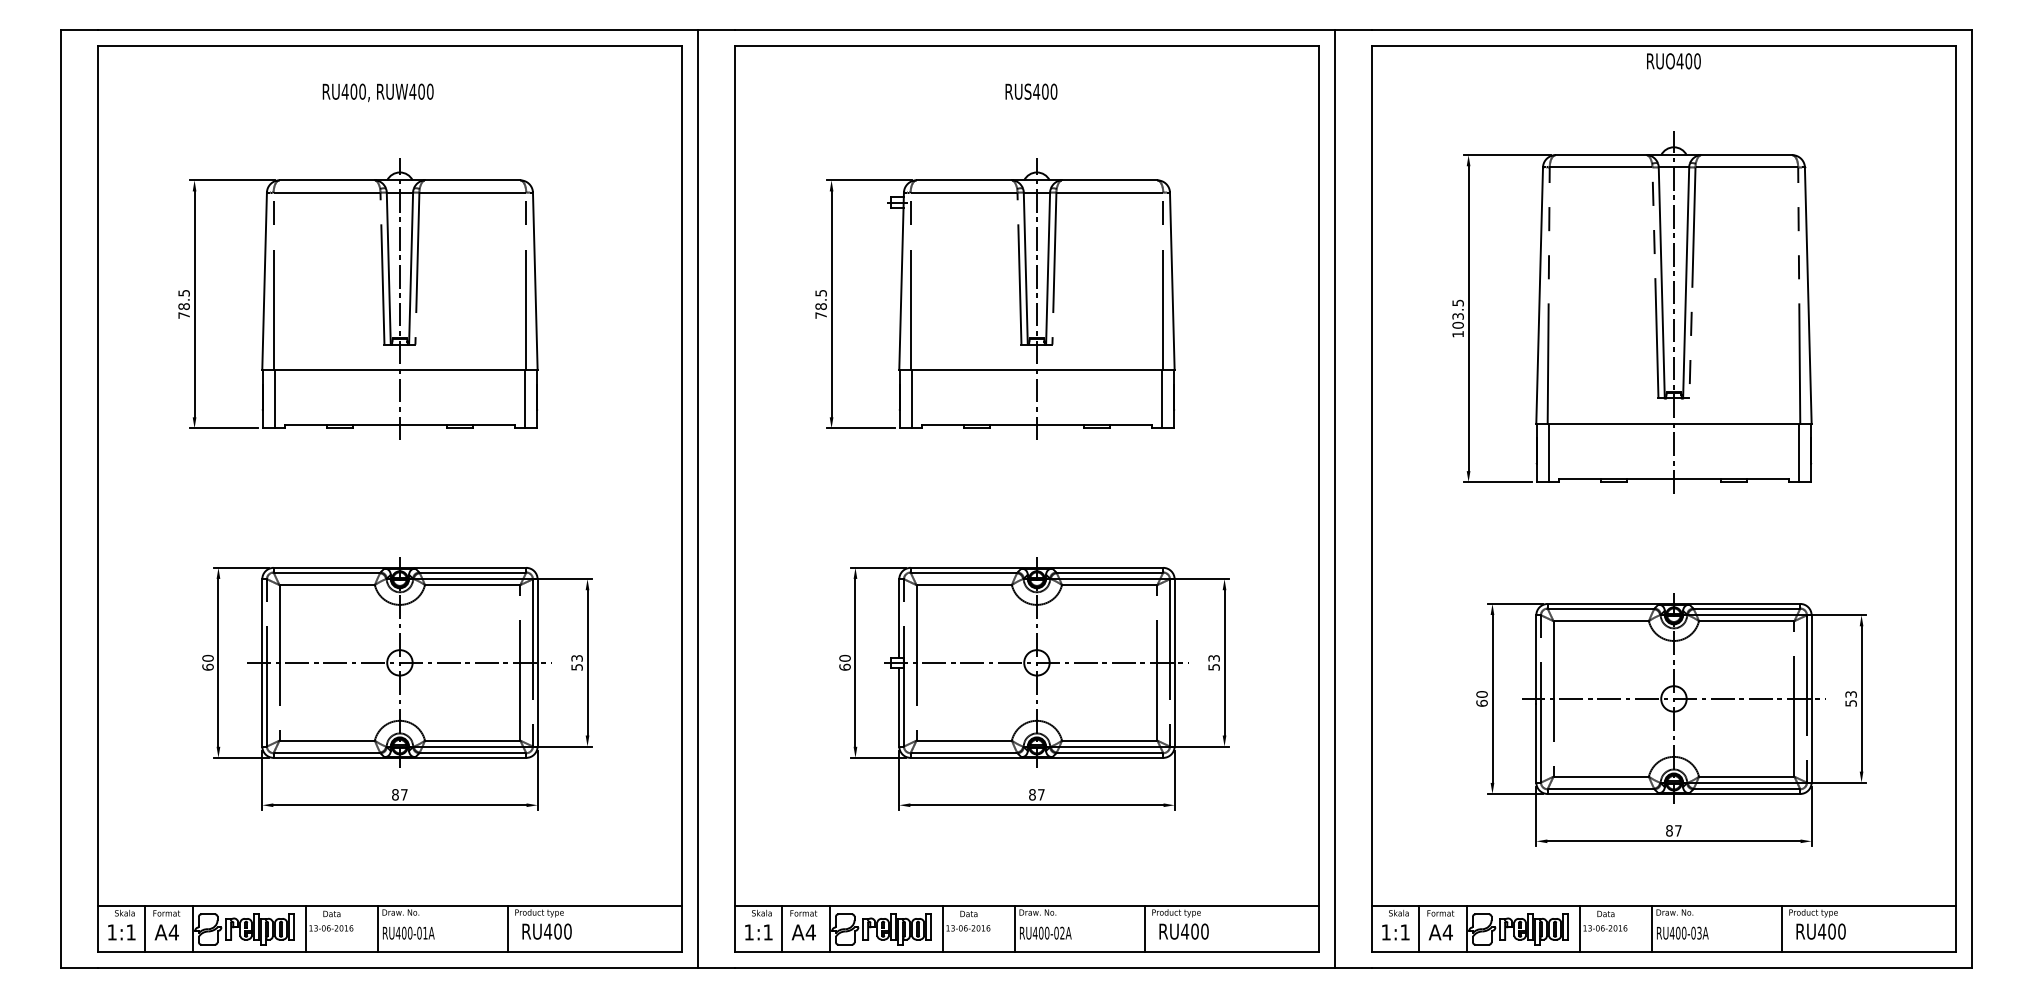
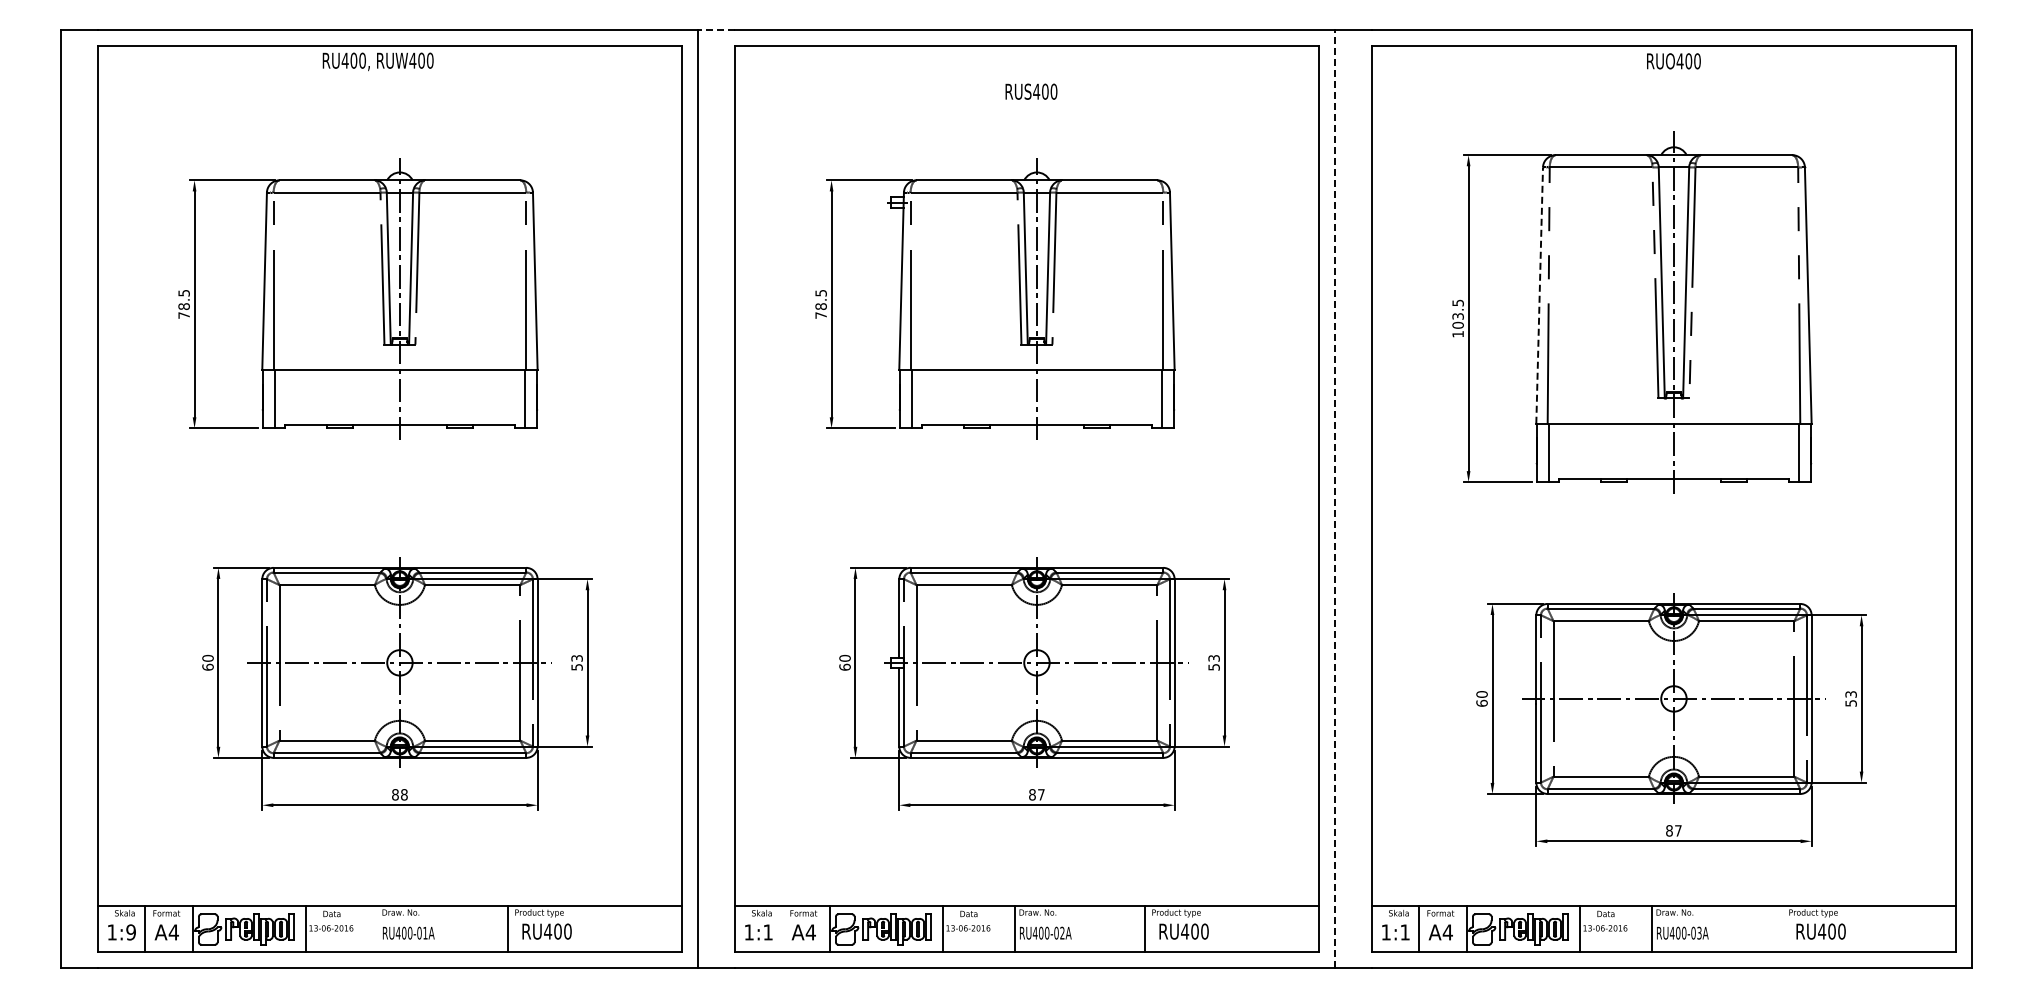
line at (715, 29): solid -> dashed
text at (377, 92) position: (377, 92) -> (377, 61)
line at (1539, 295): solid -> dashed
line at (1335, 498): solid -> dashed
text at (404, 794): 87 -> 88
line at (377, 928): present -> none
line at (782, 928): present -> none
line at (1781, 928): present -> none
text at (130, 932): 1:1 -> 1:9
